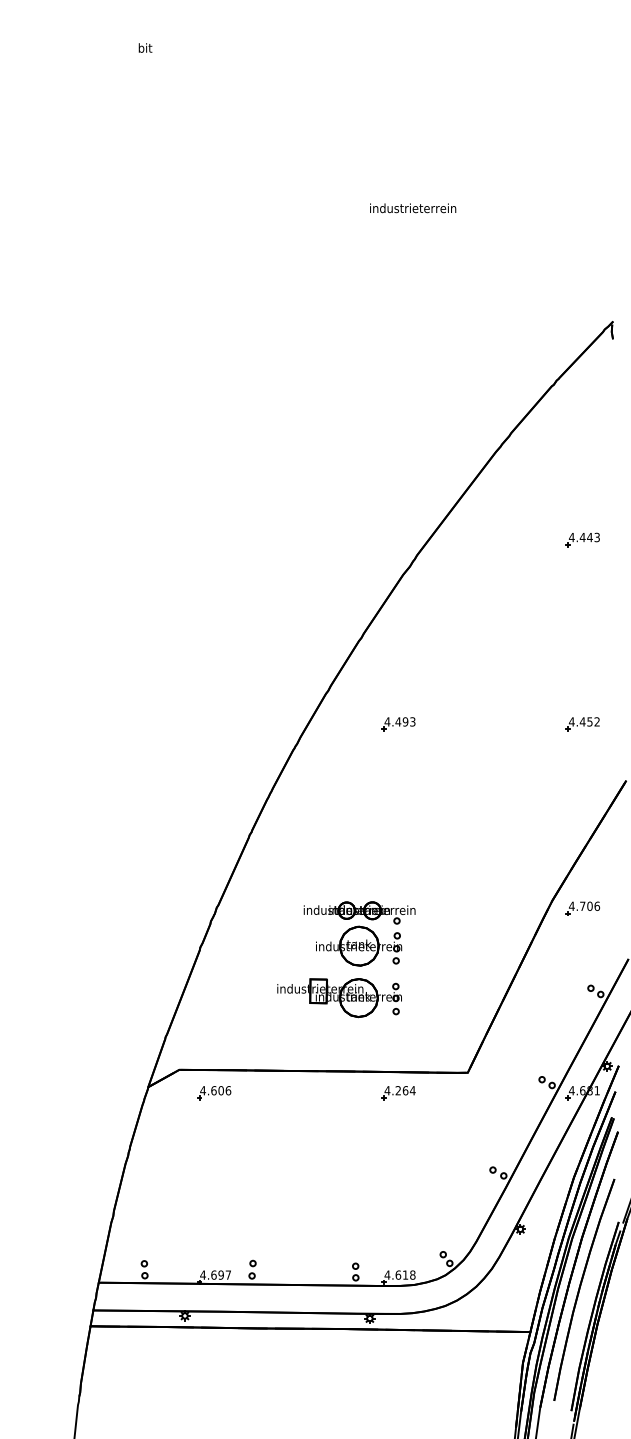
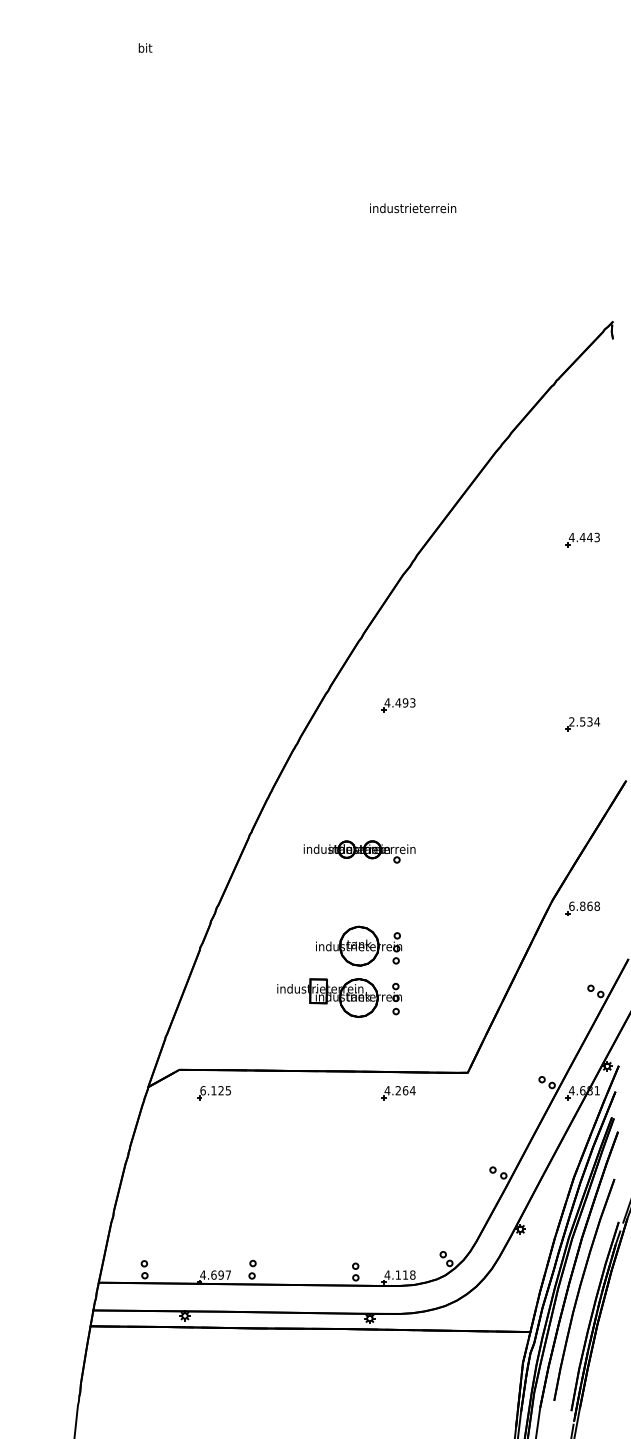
text at (584, 721): 4.452 -> 2.534
part at (398, 724) position: (398, 724) -> (398, 705)
text at (584, 905): 4.706 -> 6.868
part at (359, 912) position: (359, 912) -> (359, 851)
text at (215, 1090): 4.606 -> 6.125
text at (398, 1274): 4.618 -> 4.118
